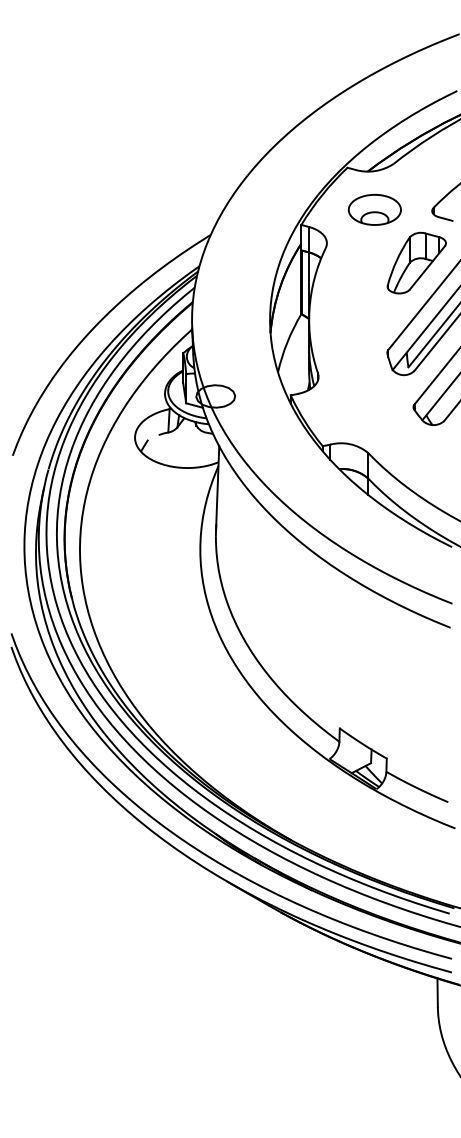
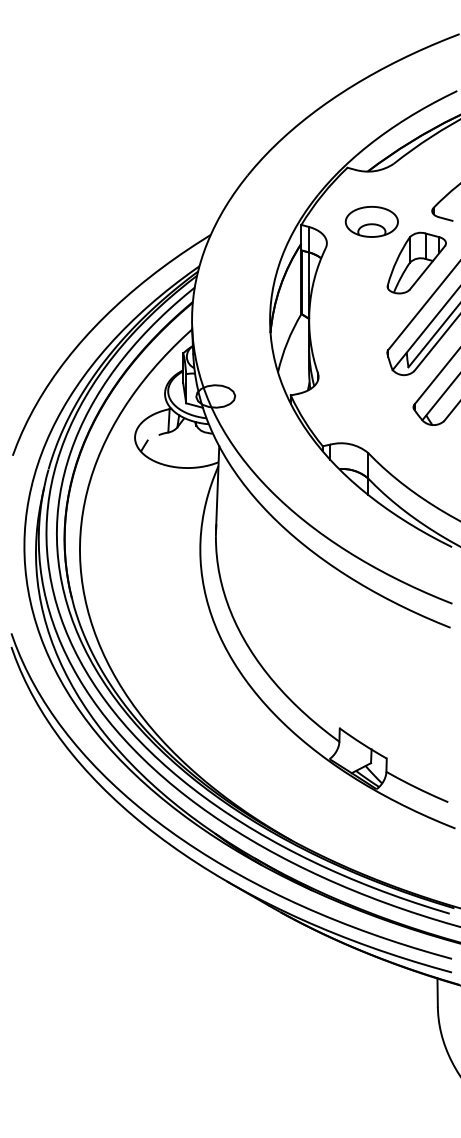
part at (374, 209) position: (374, 209) -> (371, 221)
